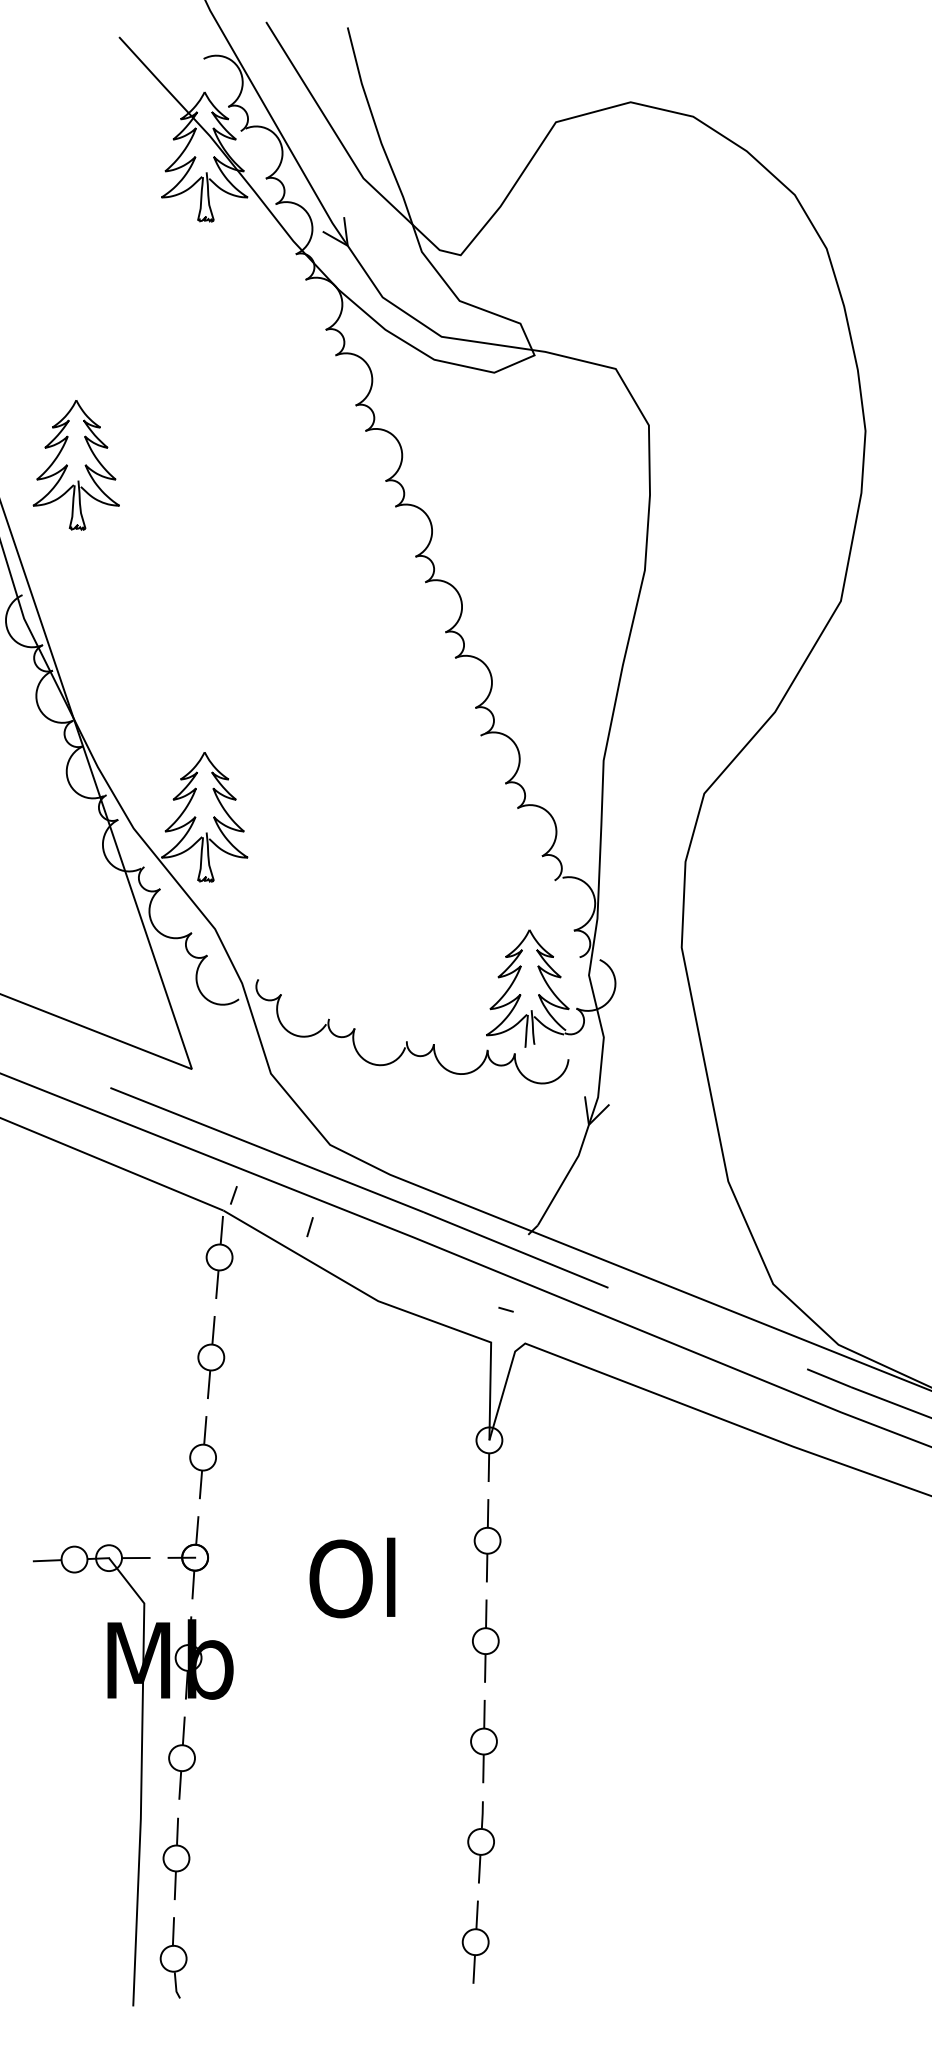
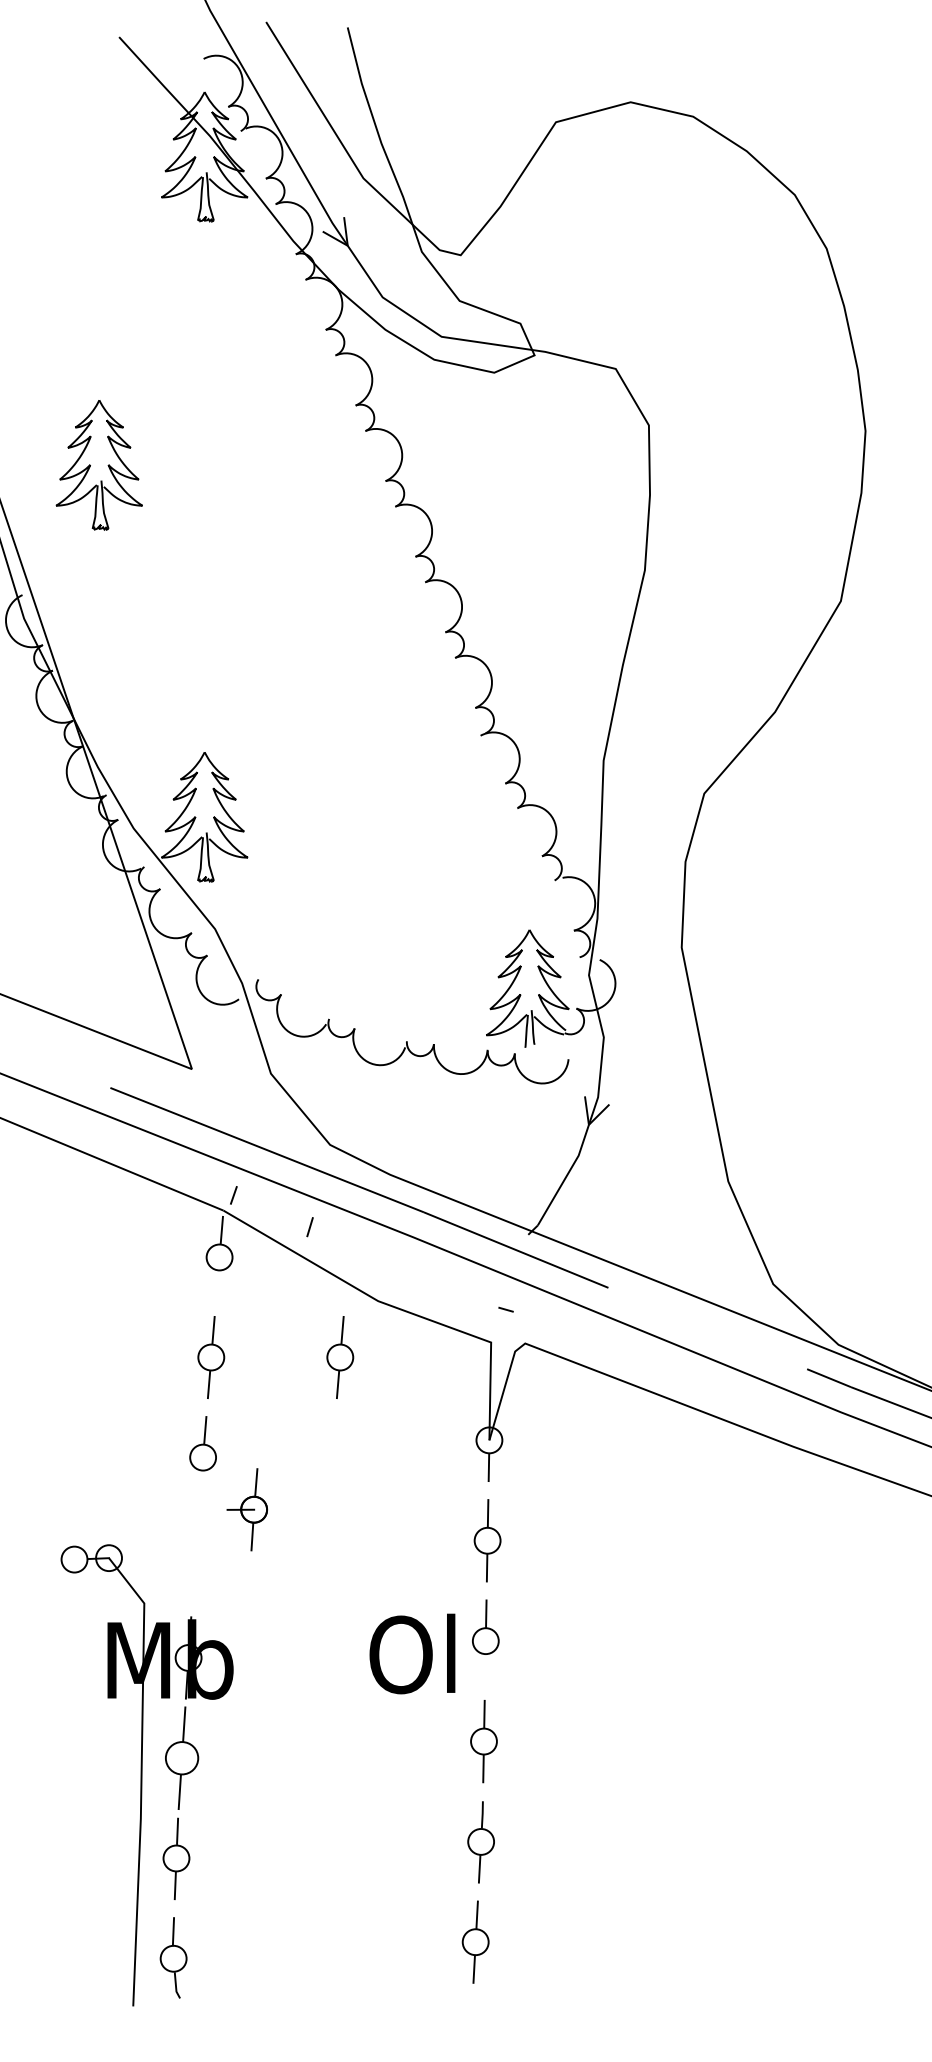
part at (75, 465) position: (75, 465) -> (98, 465)
line at (217, 1284): present -> none
part at (340, 1357): none -> present
line at (200, 1484): present -> none
line at (135, 1557): present -> none
part at (187, 1557) position: (187, 1557) -> (246, 1509)
line at (46, 1560): present -> none
text at (352, 1577) position: (352, 1577) -> (412, 1653)
line at (485, 1667): present -> none
part at (181, 1757) size: 28x84 px -> 35x104 px
